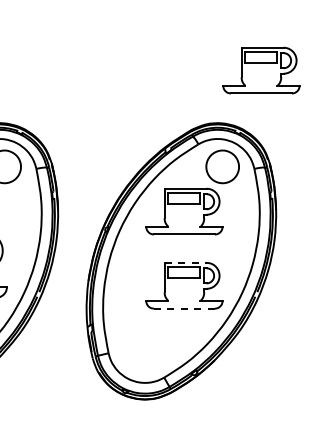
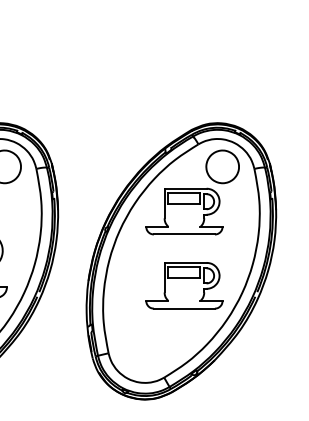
part at (261, 70): present -> none
line at (185, 262): dashed -> solid
line at (184, 308): dashed -> solid
